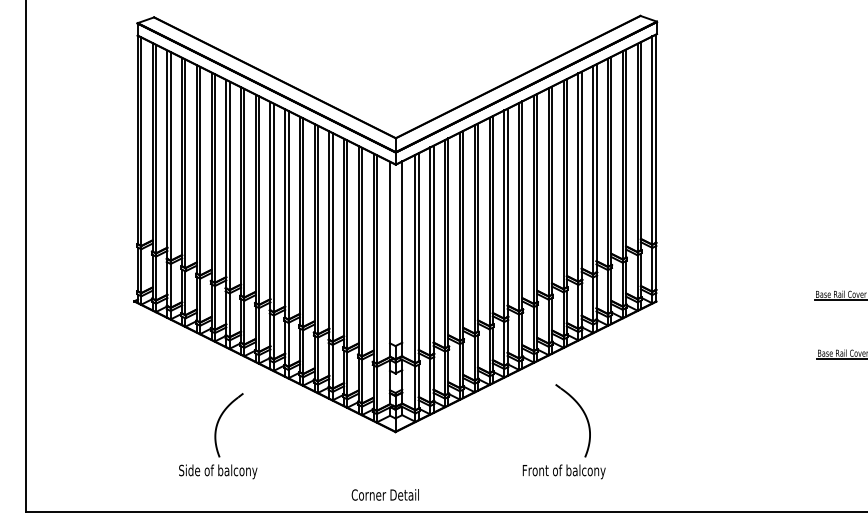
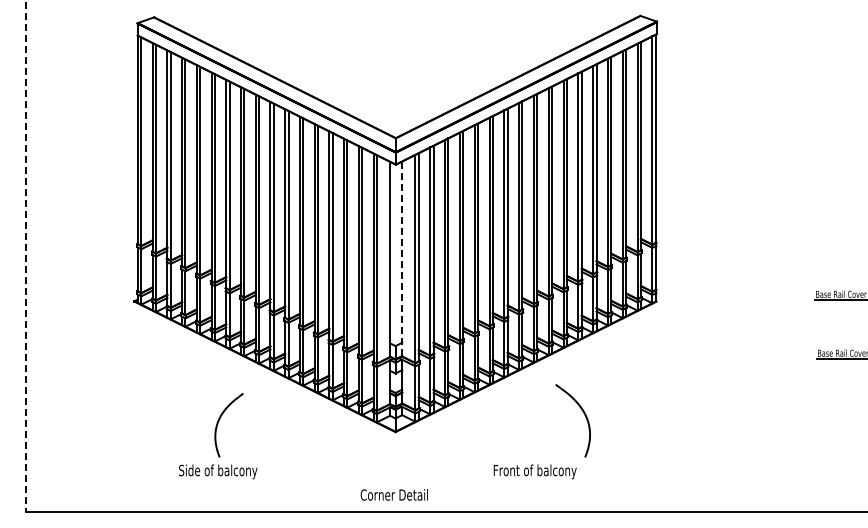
line at (26, 256): solid -> dashed
line at (402, 258): solid -> dashed
text at (563, 471) position: (563, 471) -> (534, 471)
text at (384, 494) position: (384, 494) -> (393, 494)
